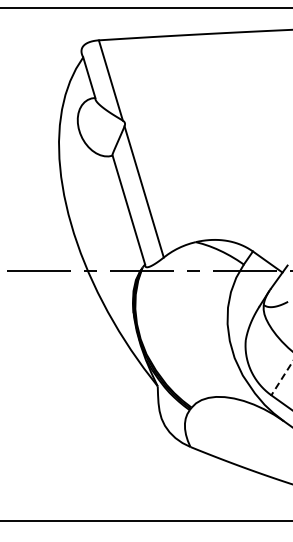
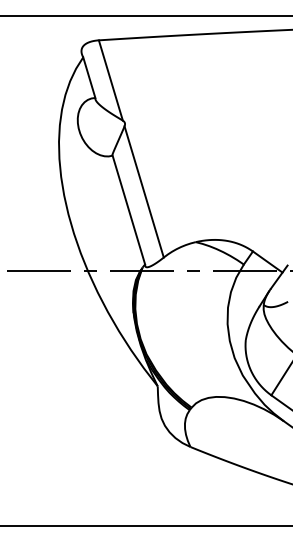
line at (145, 8) position: (145, 8) -> (145, 16)
line at (282, 378): dashed -> solid
line at (145, 520) position: (145, 520) -> (145, 525)
